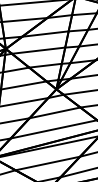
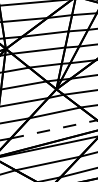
line at (54, 129): solid -> dashed
